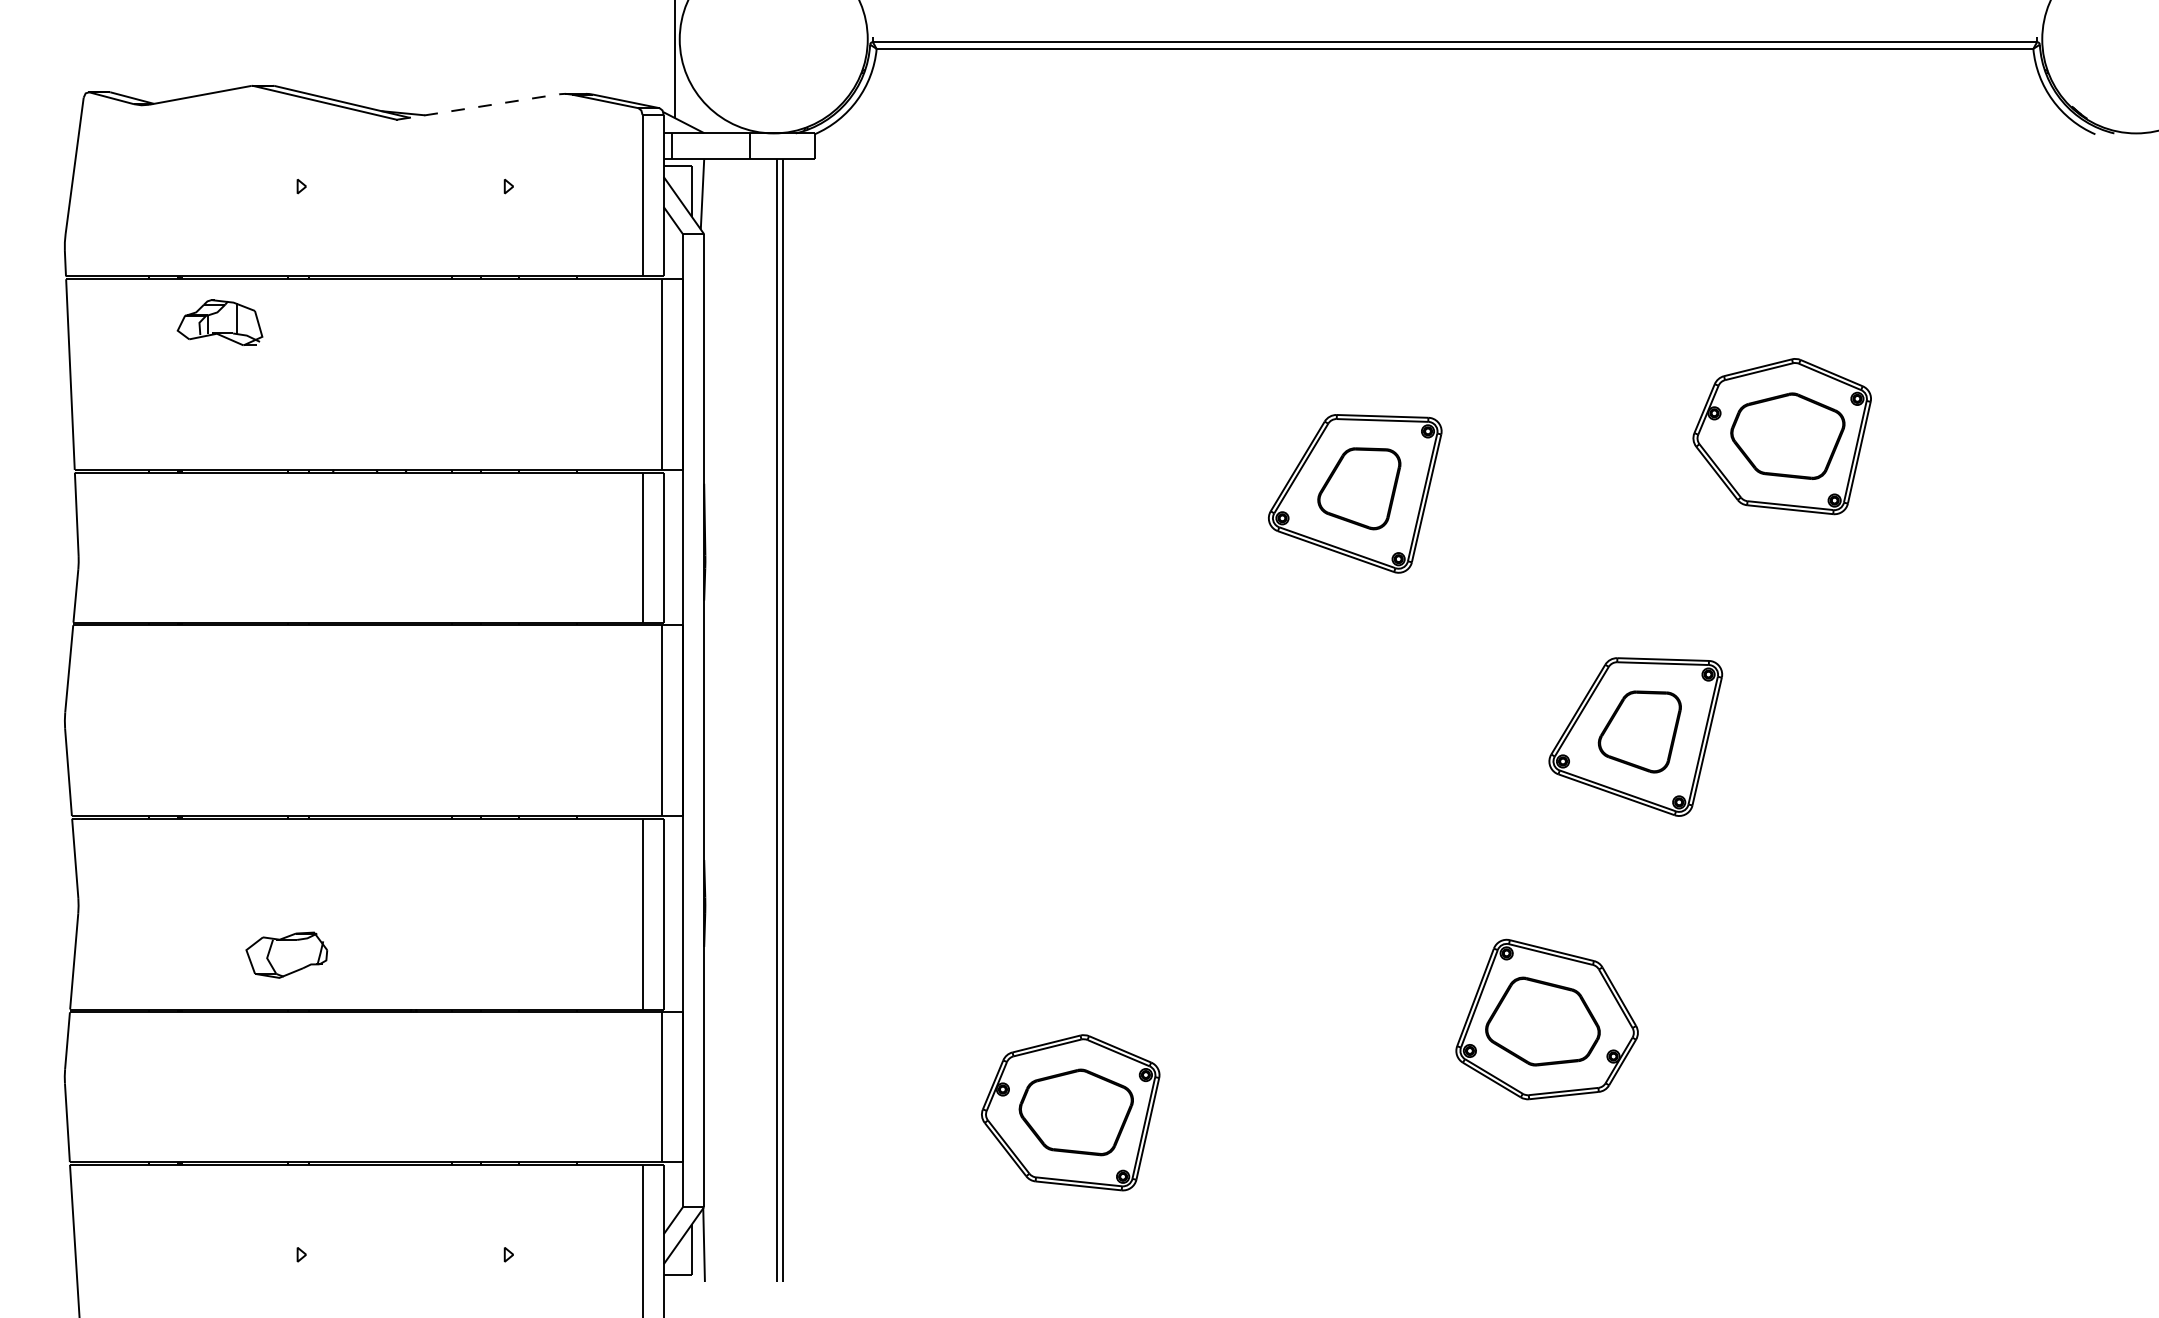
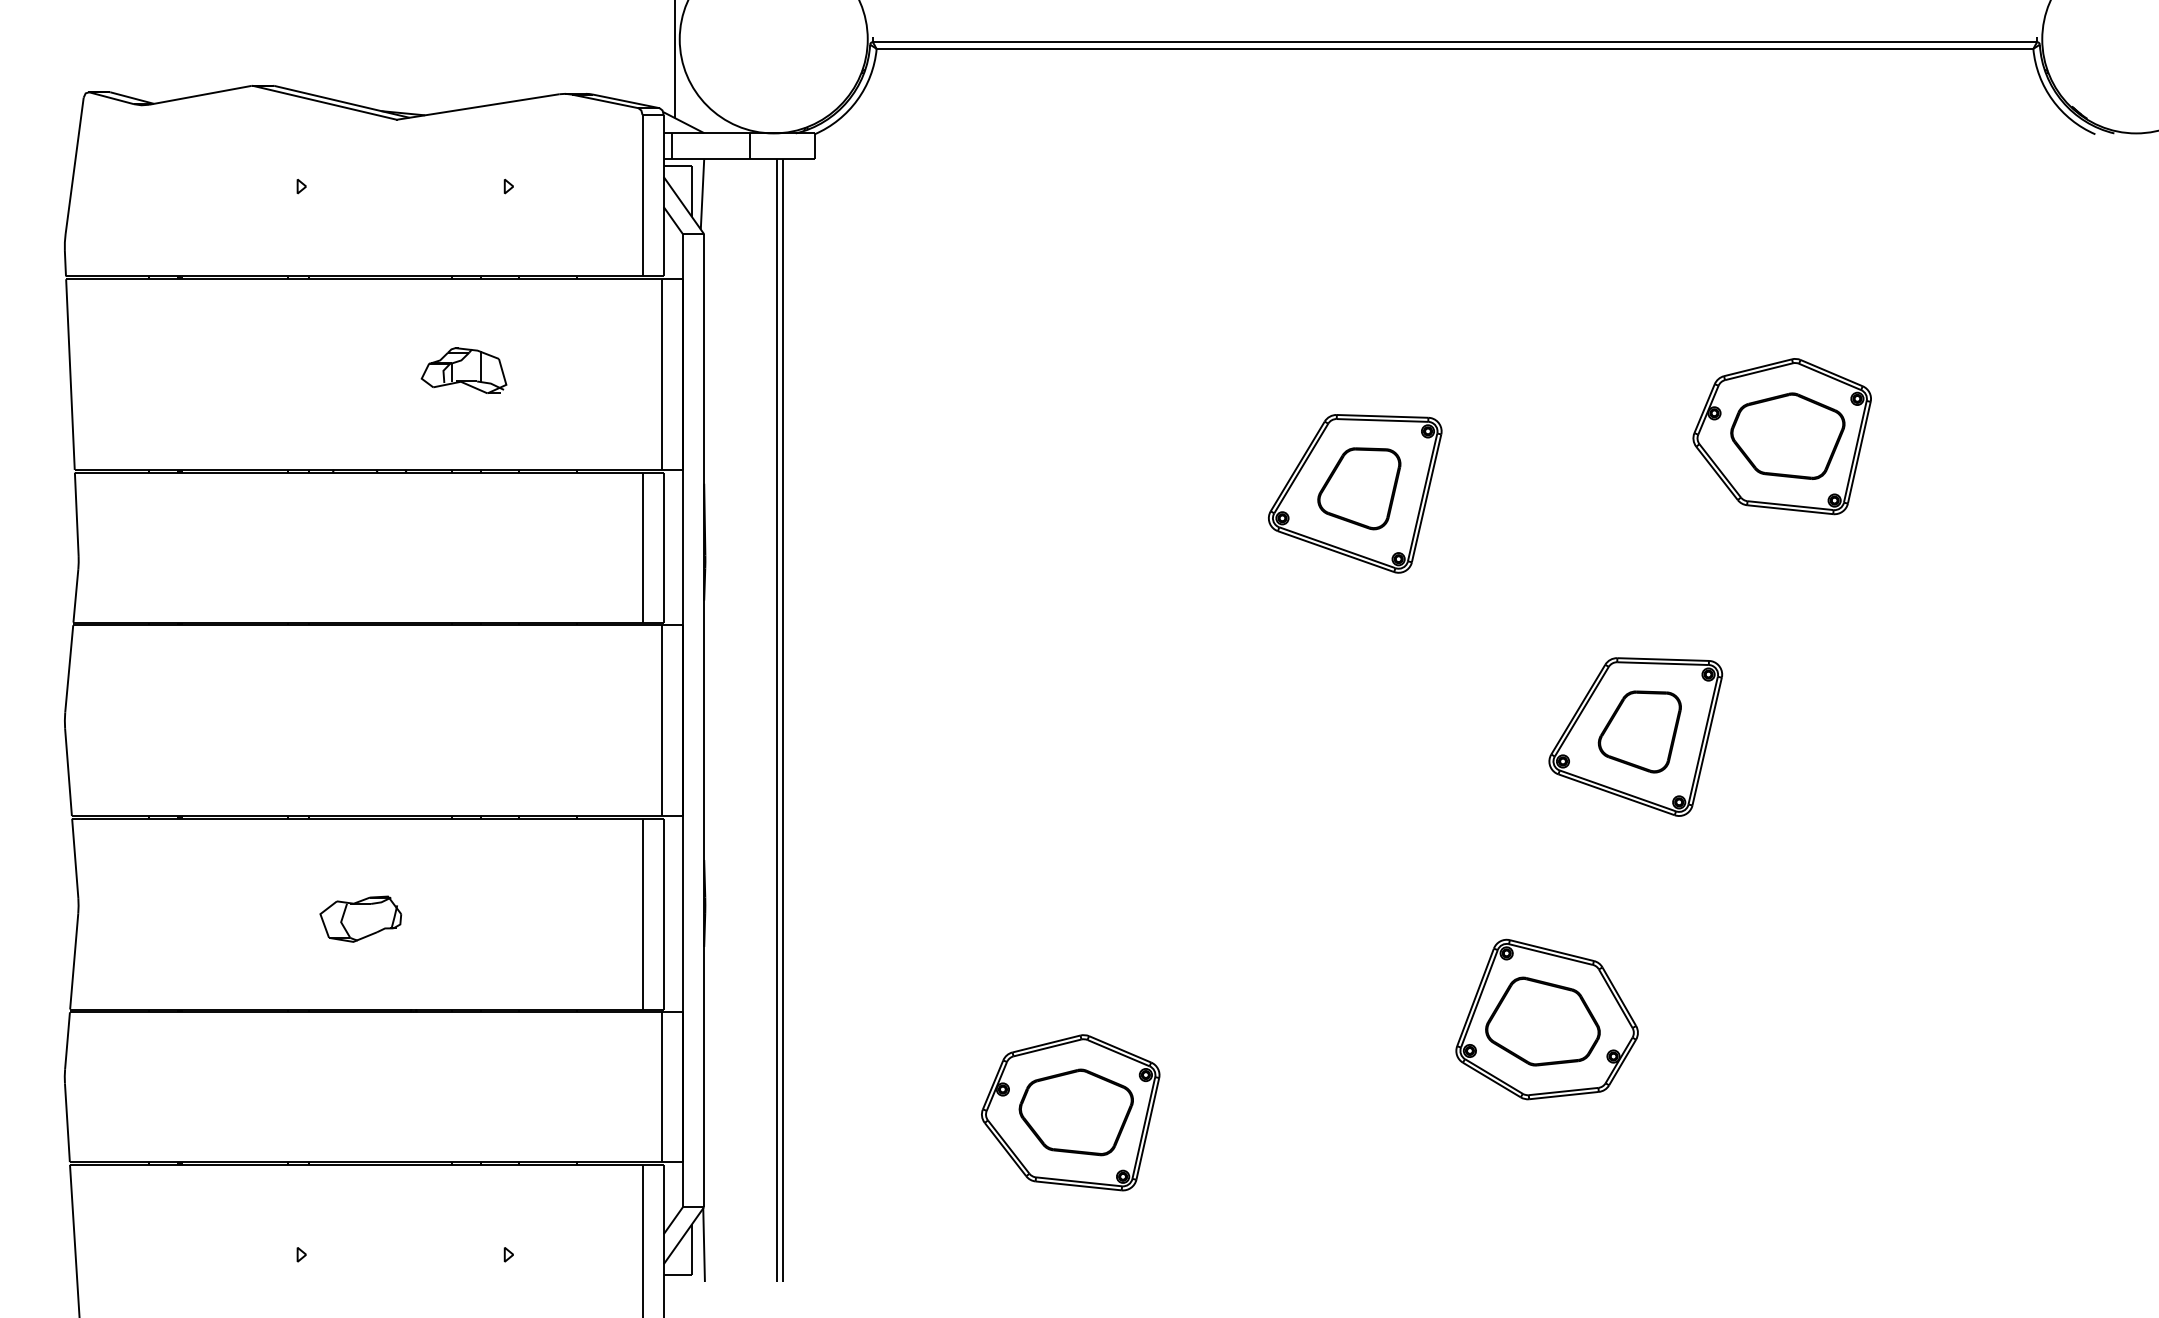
line at (478, 106): dashed -> solid
part at (219, 322) position: (219, 322) -> (463, 370)
part at (286, 954) position: (286, 954) -> (360, 918)
